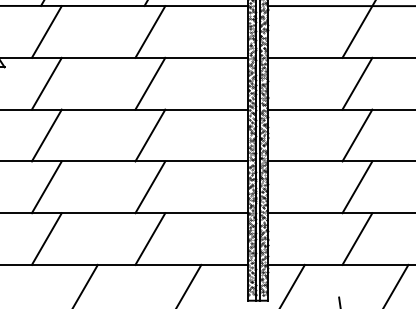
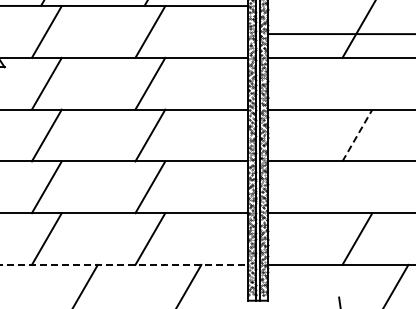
line at (339, 6) position: (339, 6) -> (339, 34)
line at (357, 83): present -> none
line at (357, 135): solid -> dashed
line at (357, 187): present -> none
line at (124, 264): solid -> dashed
line at (292, 284): present -> none
